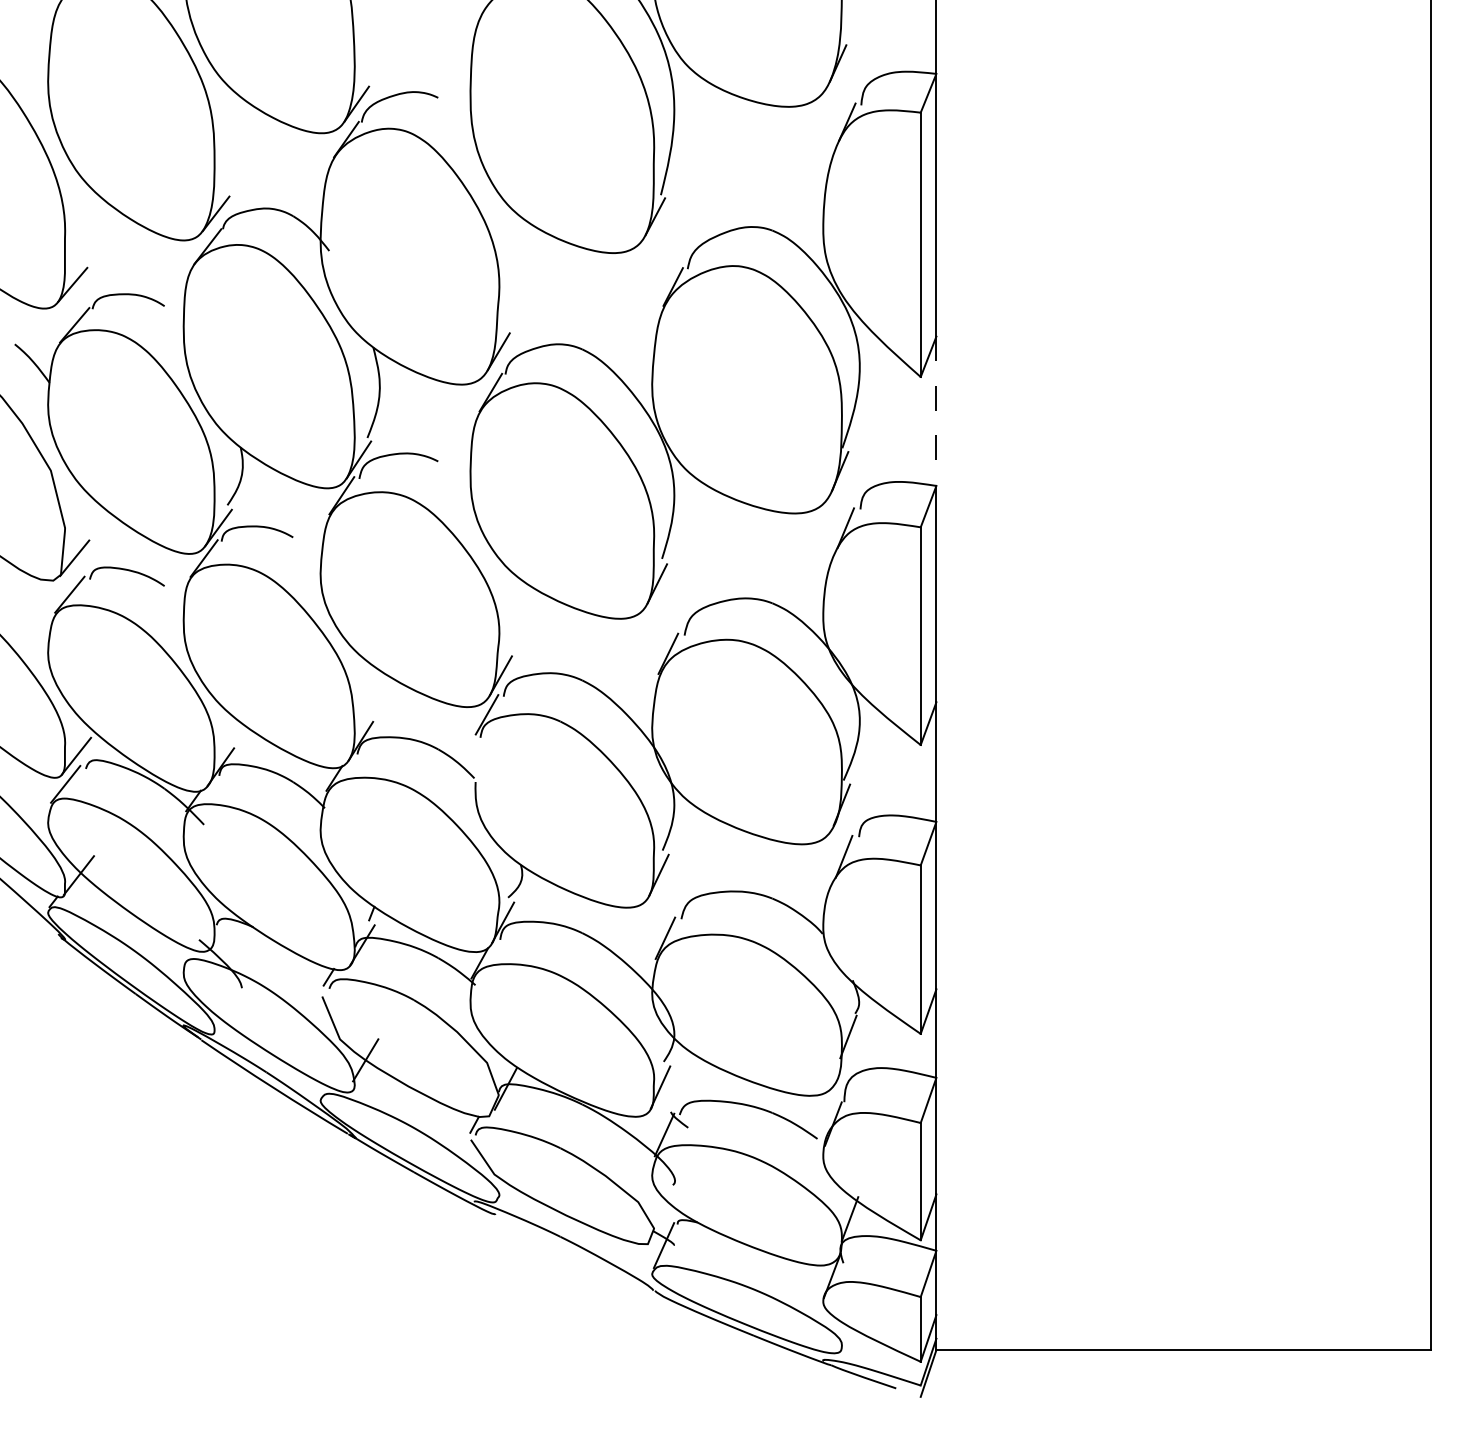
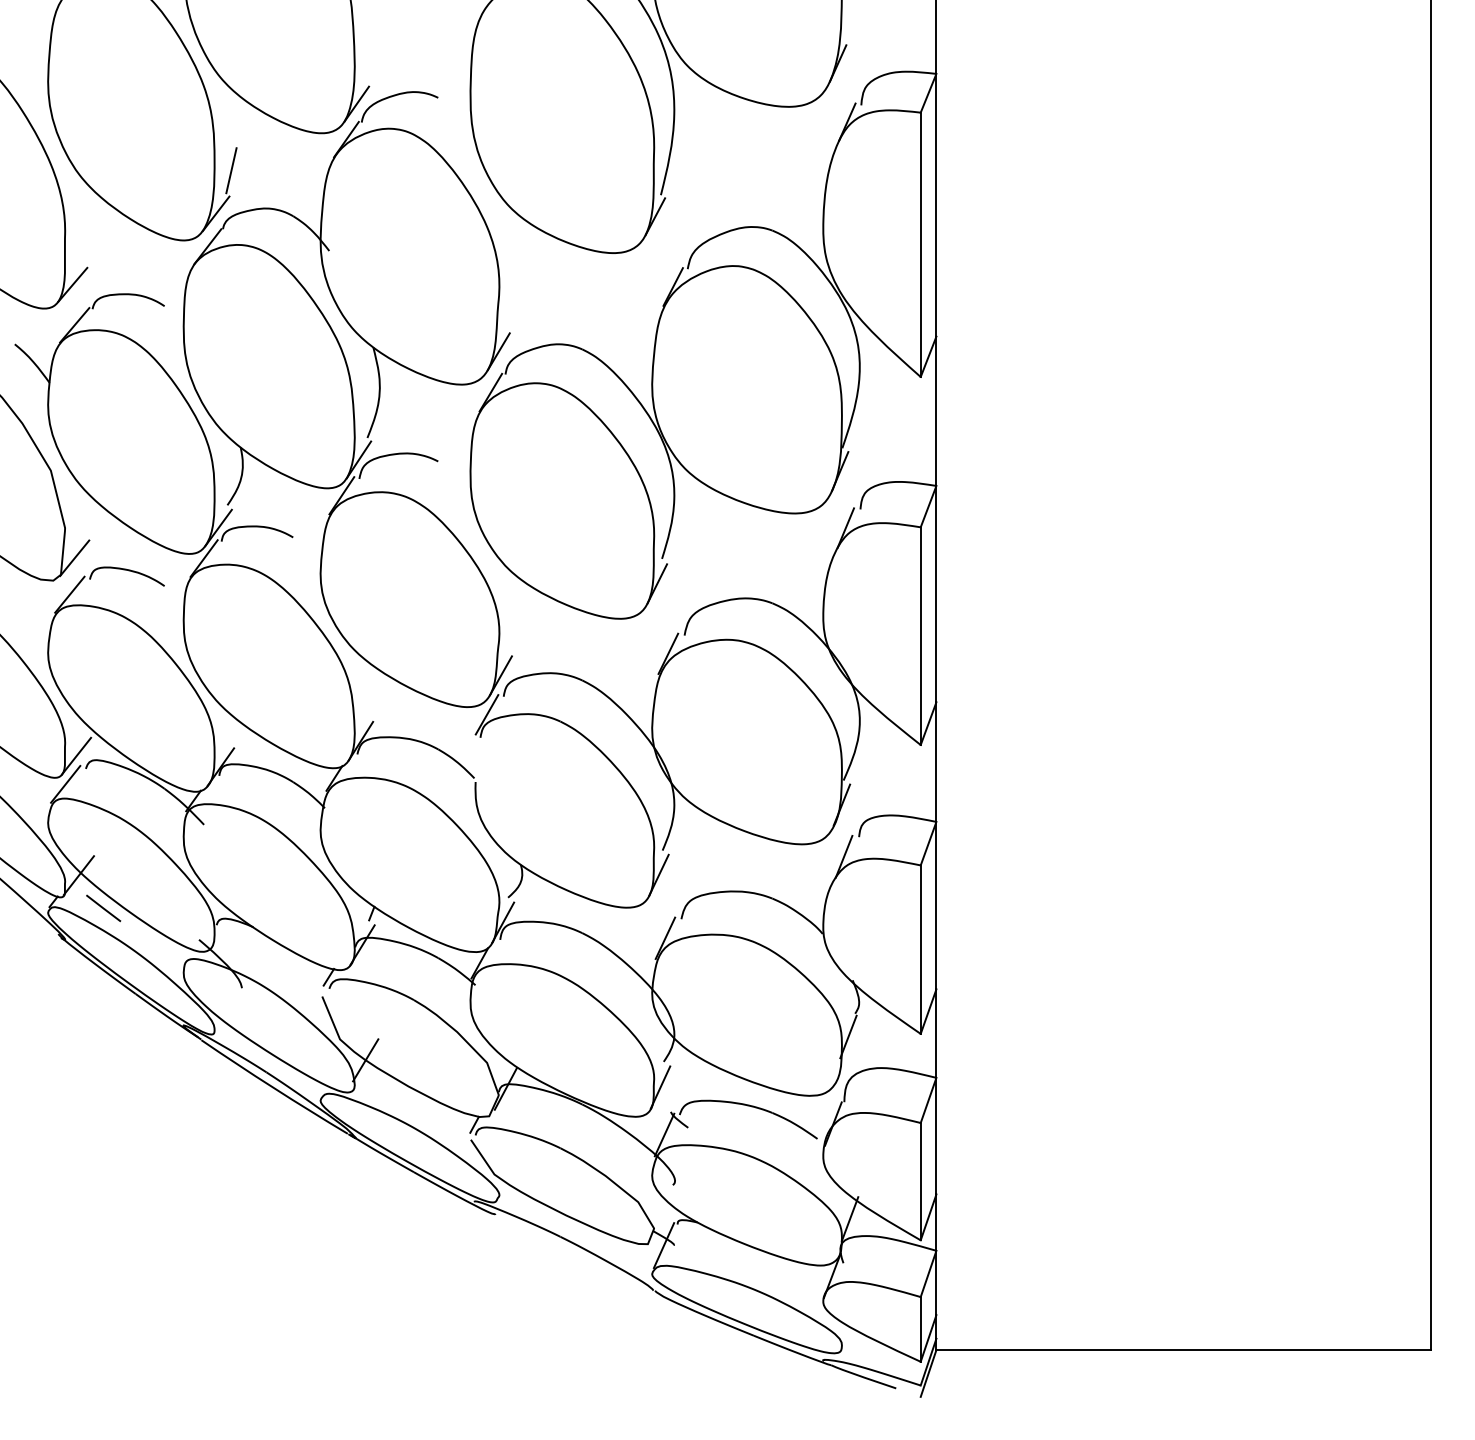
line at (231, 170): none -> present
line at (936, 411): dashed -> solid
line at (103, 908): none -> present
